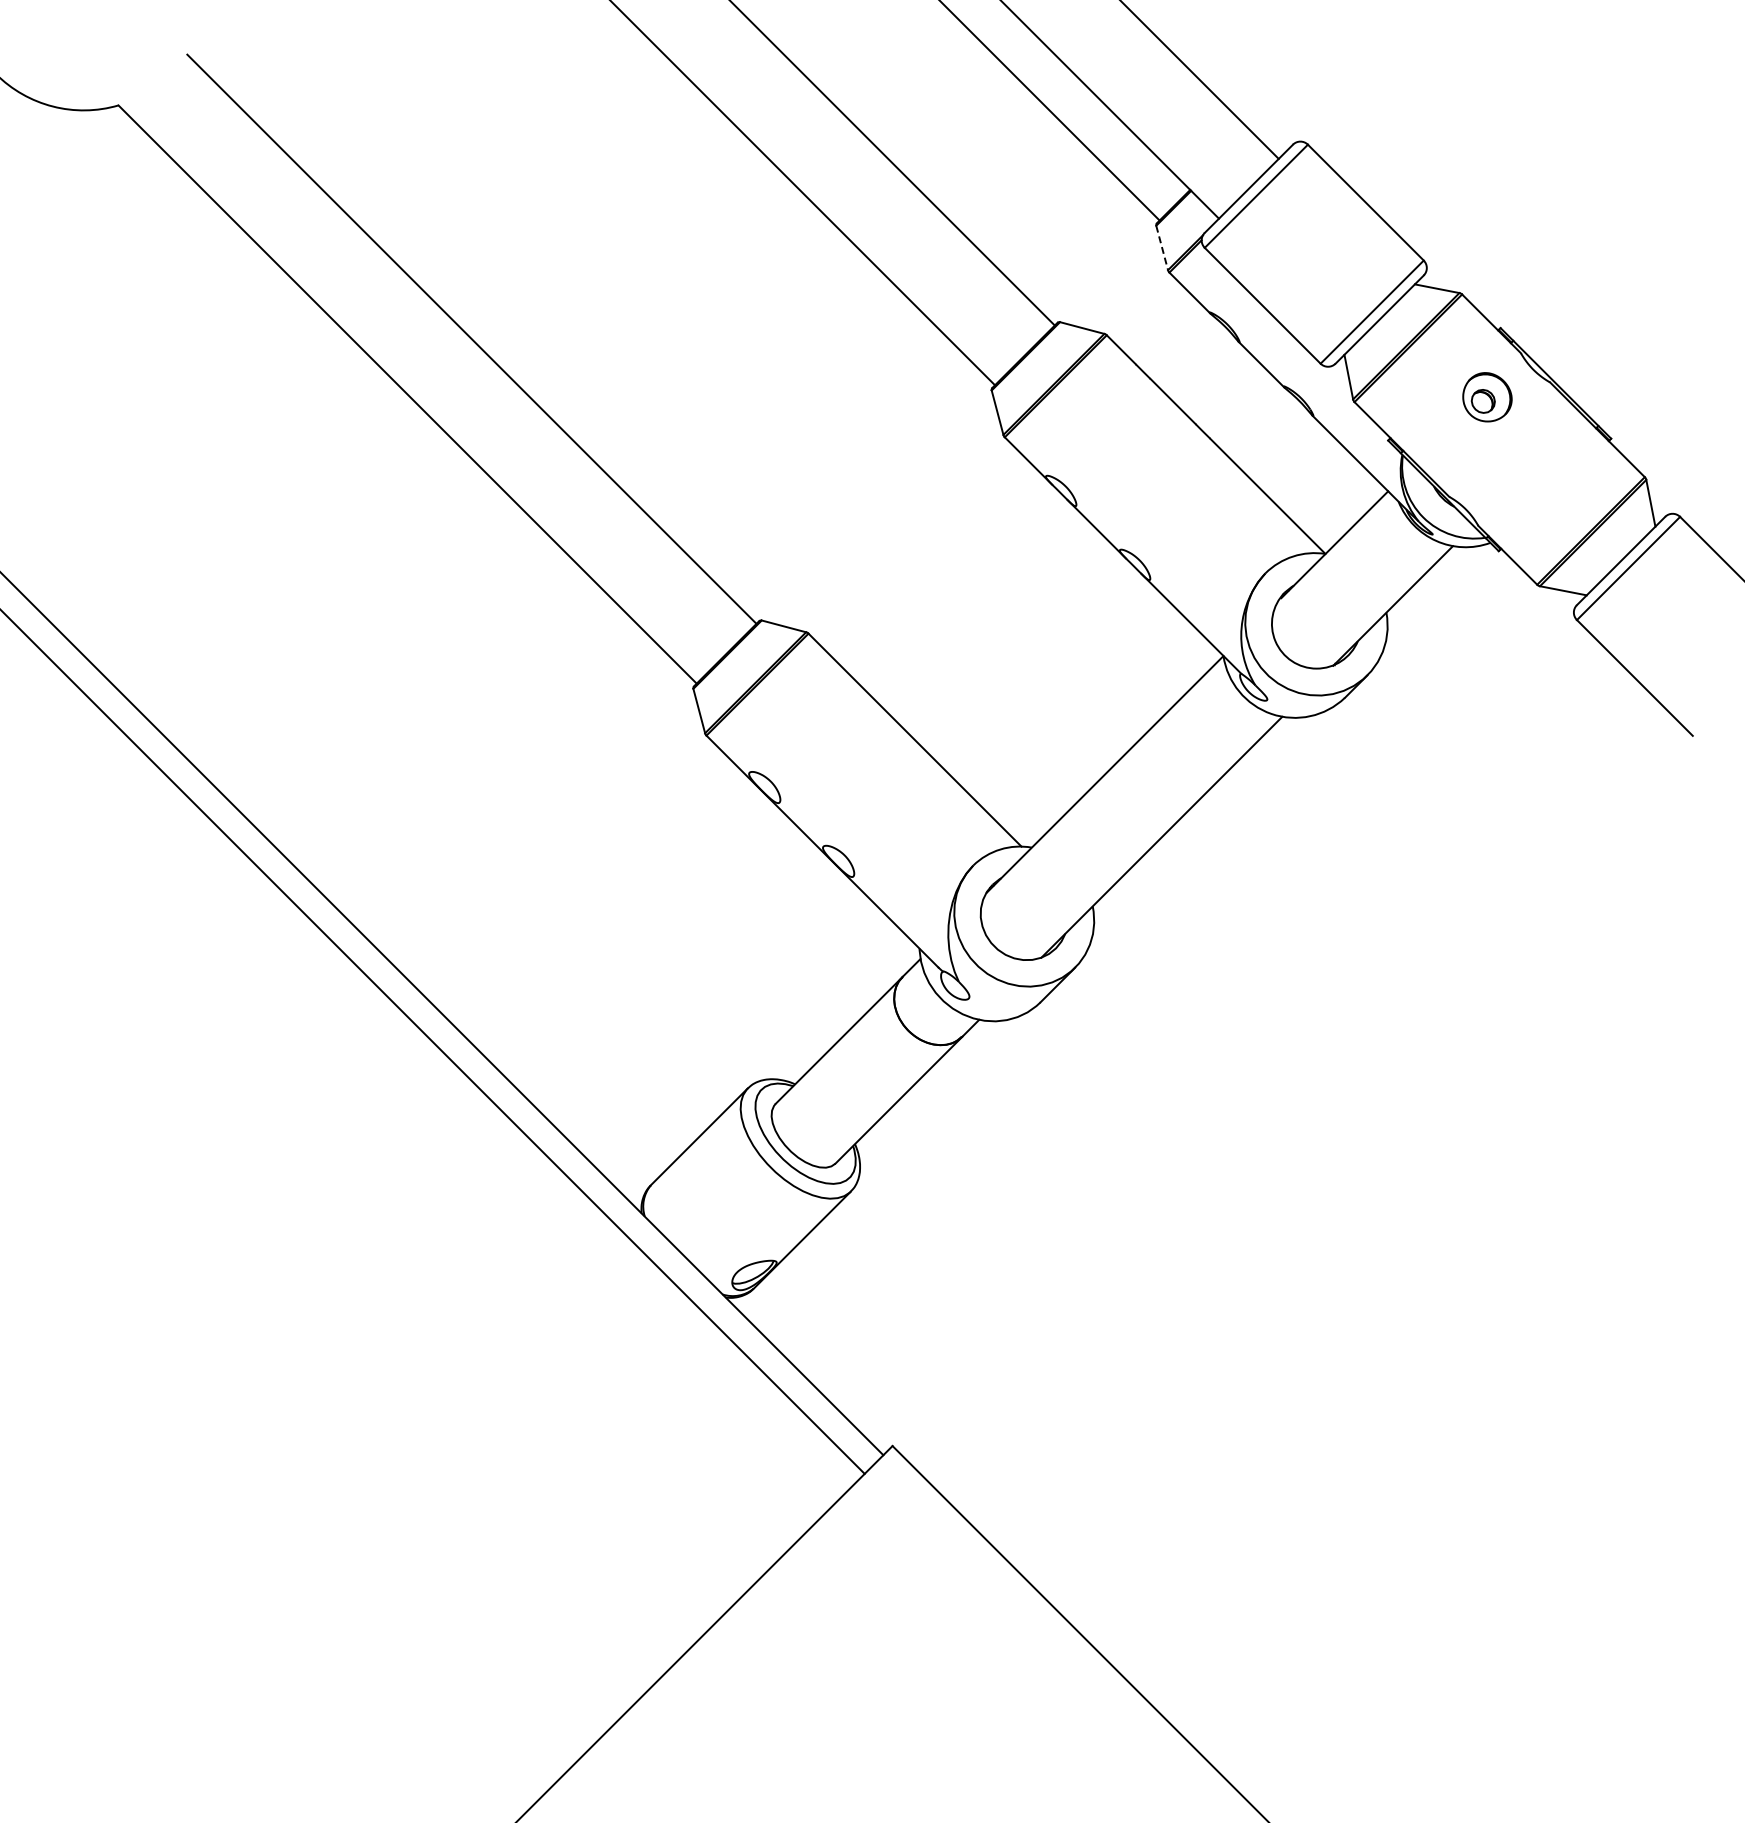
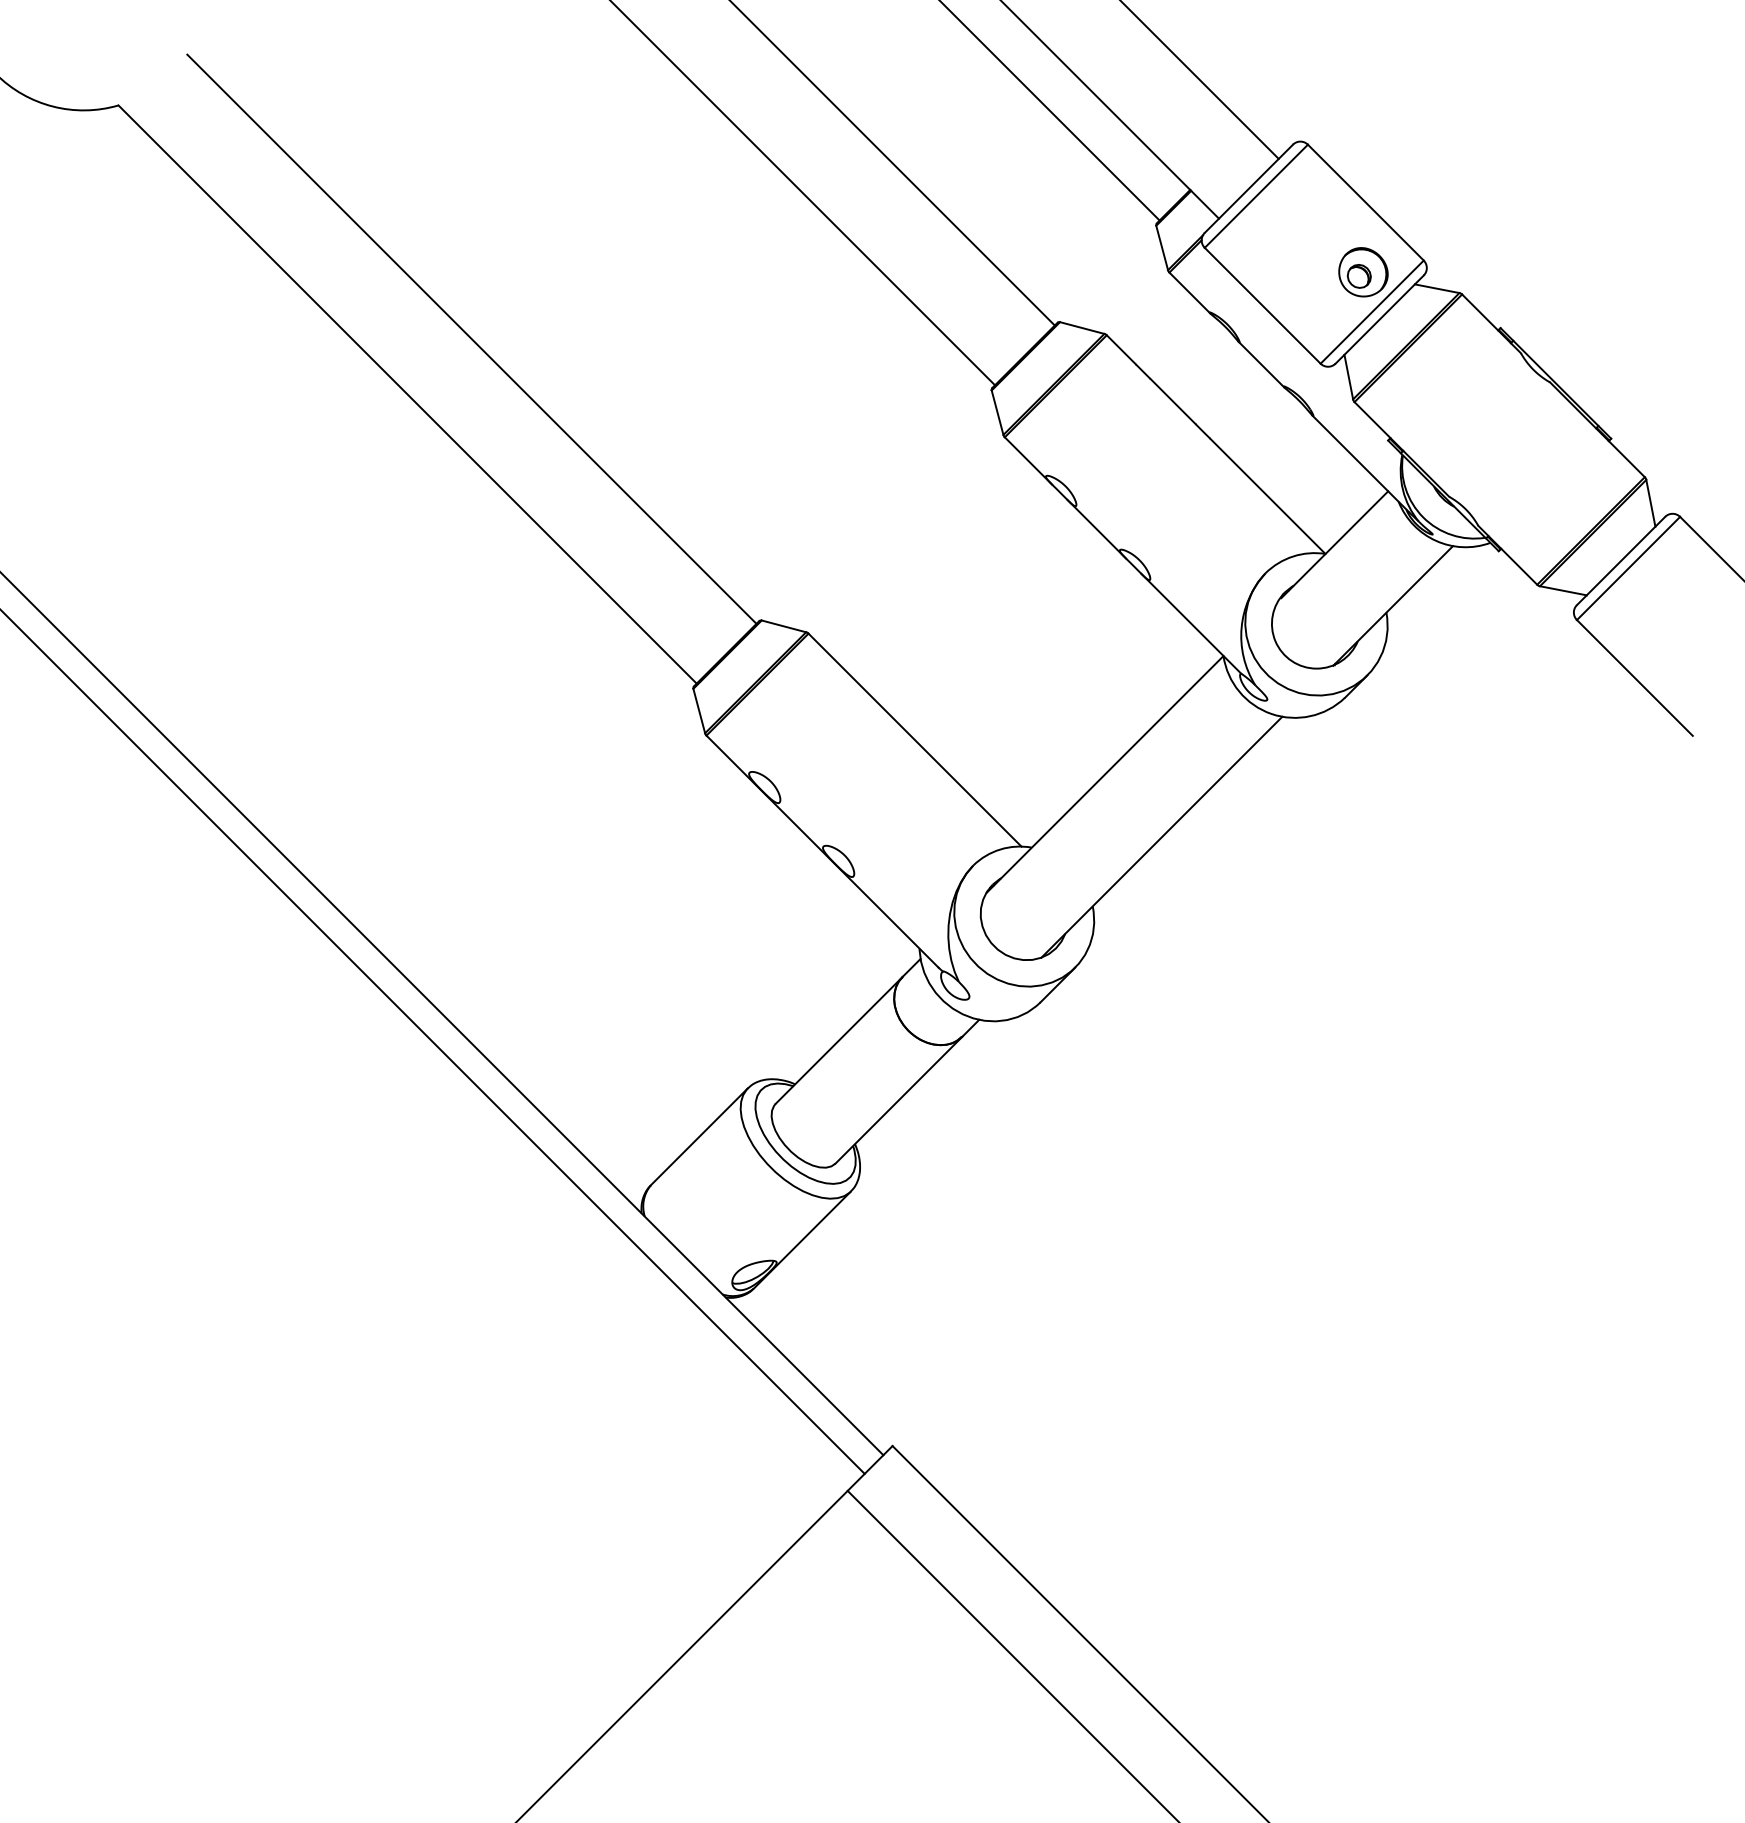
line at (1162, 247): dashed -> solid
part at (1487, 397) position: (1487, 397) -> (1363, 272)
line at (1011, 1654): none -> present
